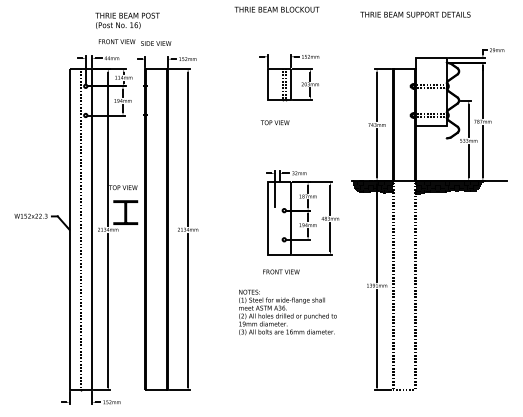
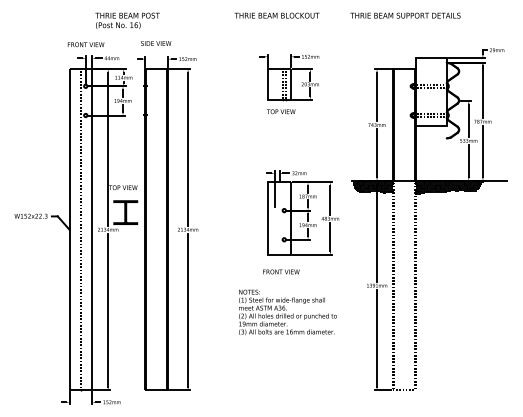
text at (276, 9) position: (276, 9) -> (276, 15)
text at (415, 14) position: (415, 14) -> (405, 15)
text at (116, 41) position: (116, 41) -> (85, 44)
text at (274, 122) position: (274, 122) -> (280, 111)
